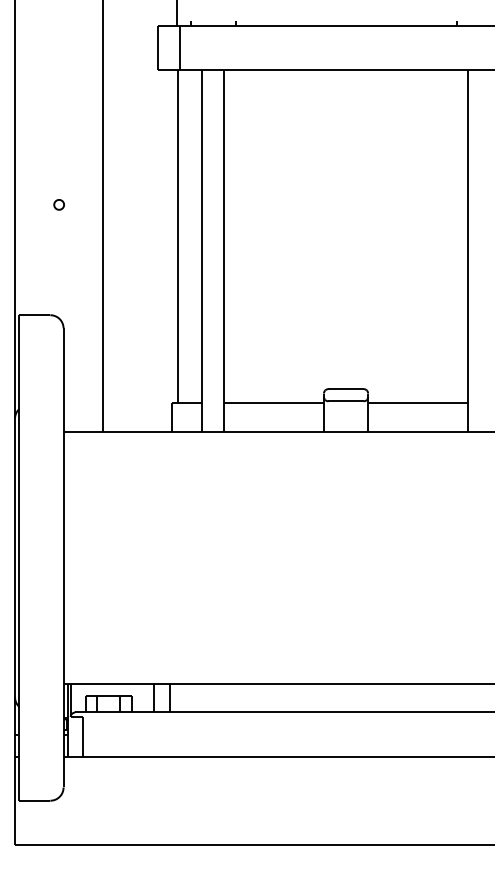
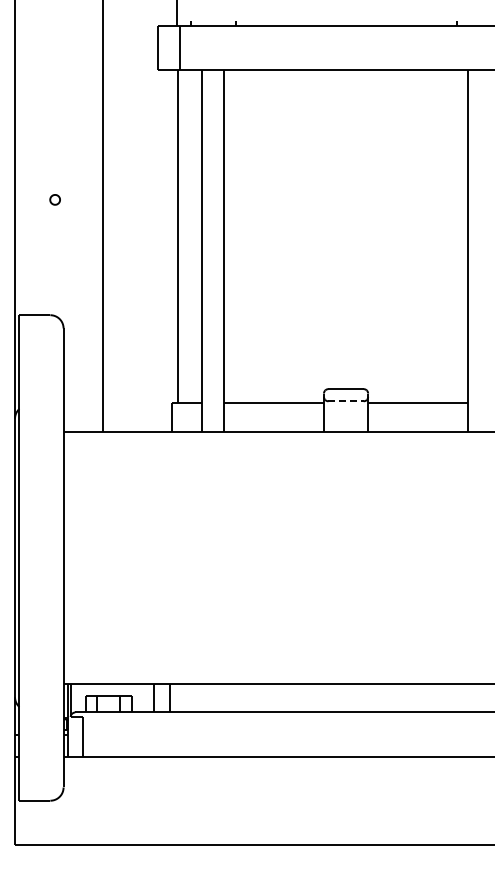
part at (58, 204) position: (58, 204) -> (54, 199)
line at (346, 401): solid -> dashed
